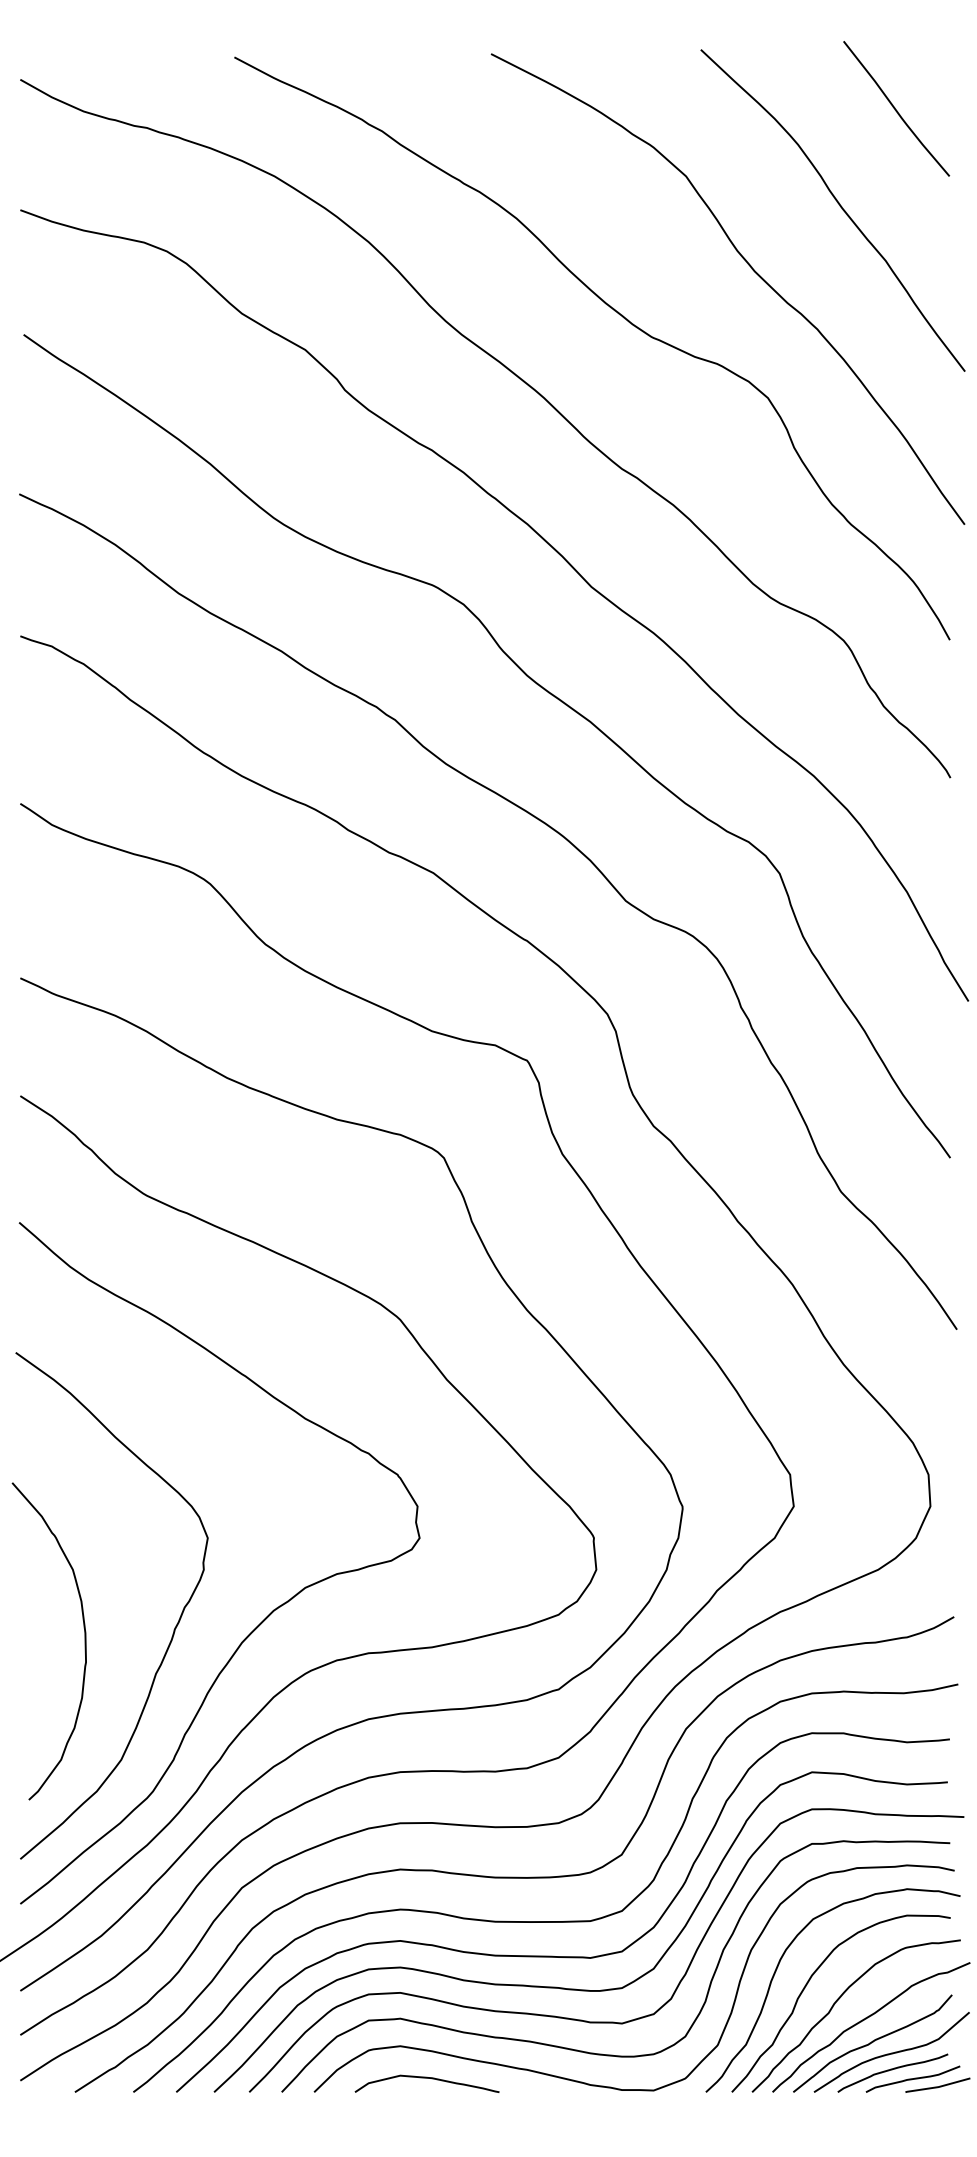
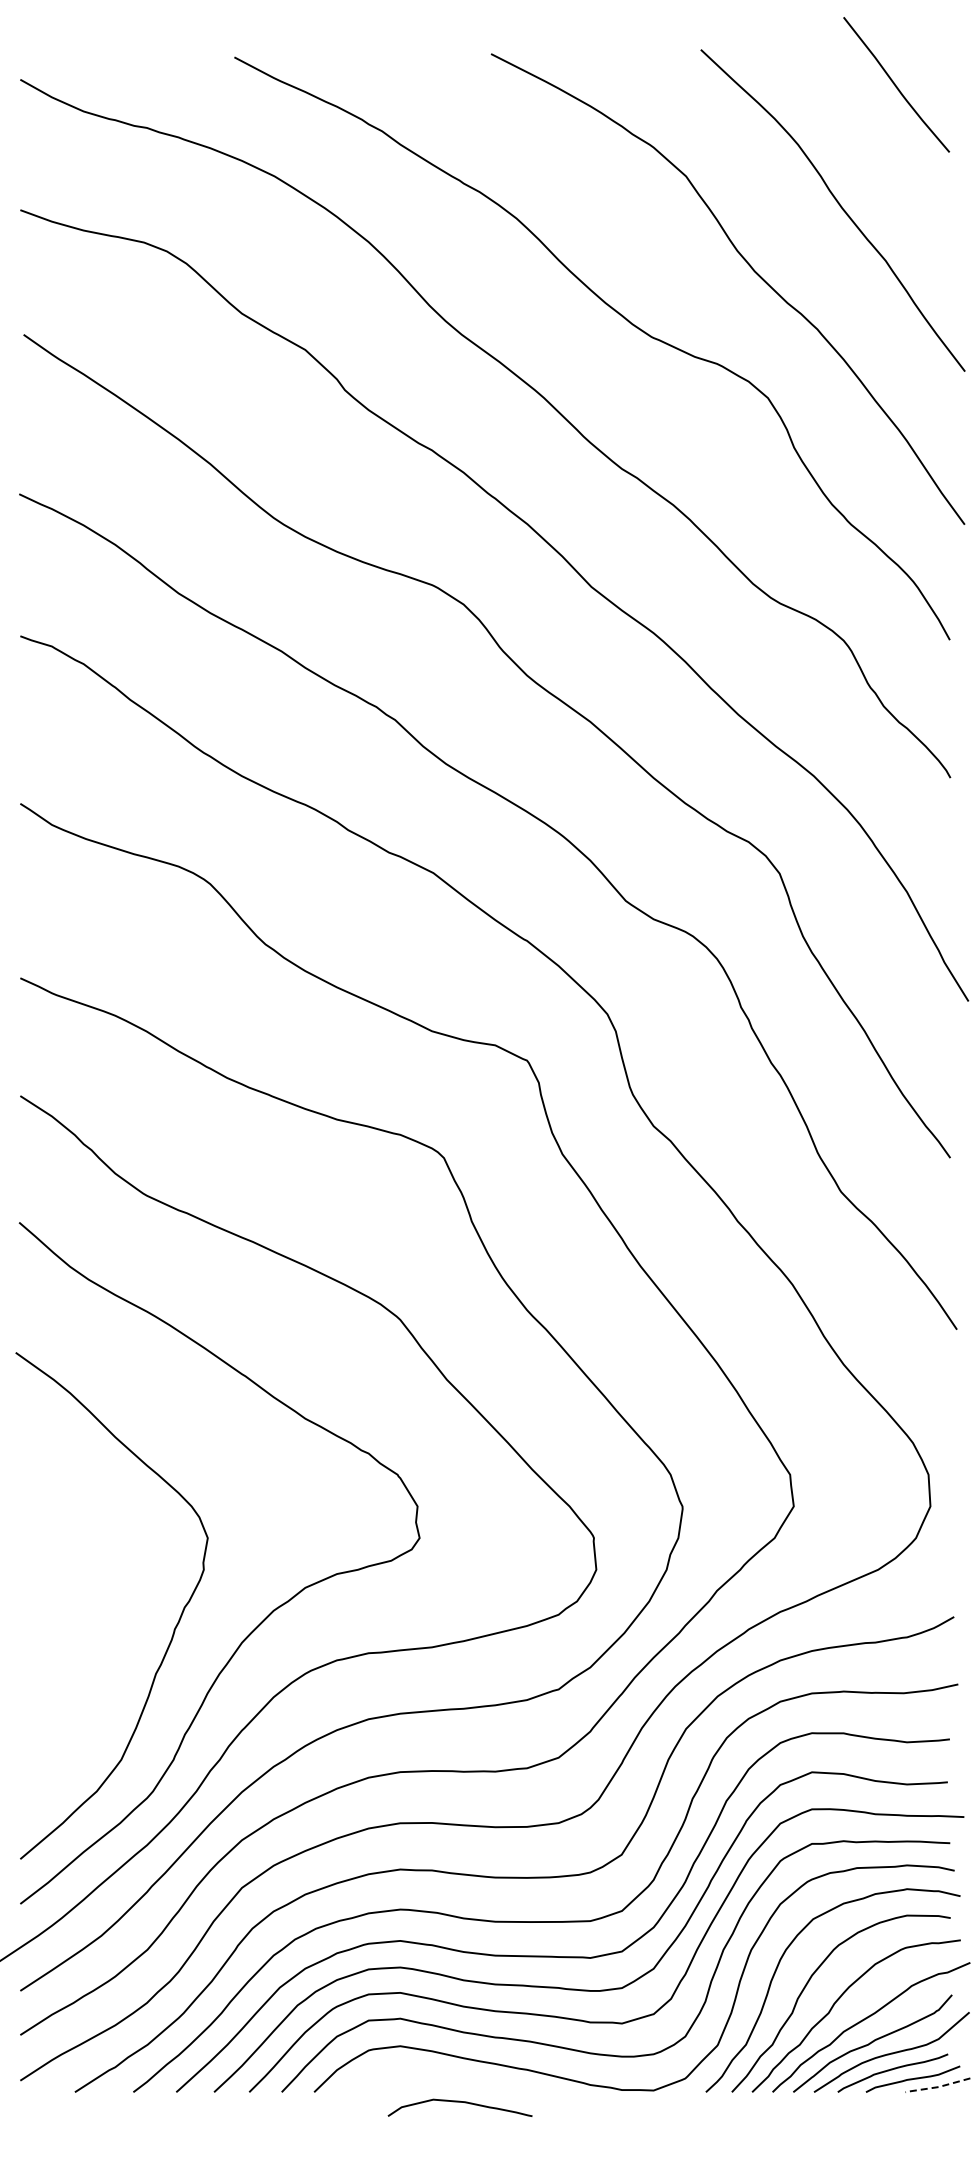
curve at (895, 108) position: (895, 108) -> (895, 84)
curve at (84, 1641): present -> none
curve at (426, 2078) position: (426, 2078) -> (459, 2102)
line at (937, 2087): solid -> dashed
